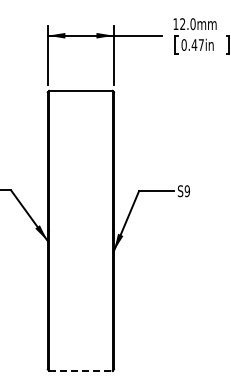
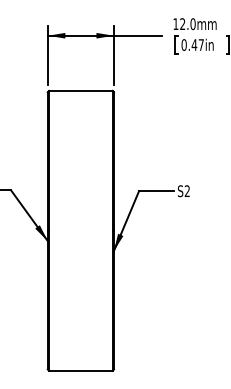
text at (186, 191): S9 -> S2
line at (80, 370): dashed -> solid
